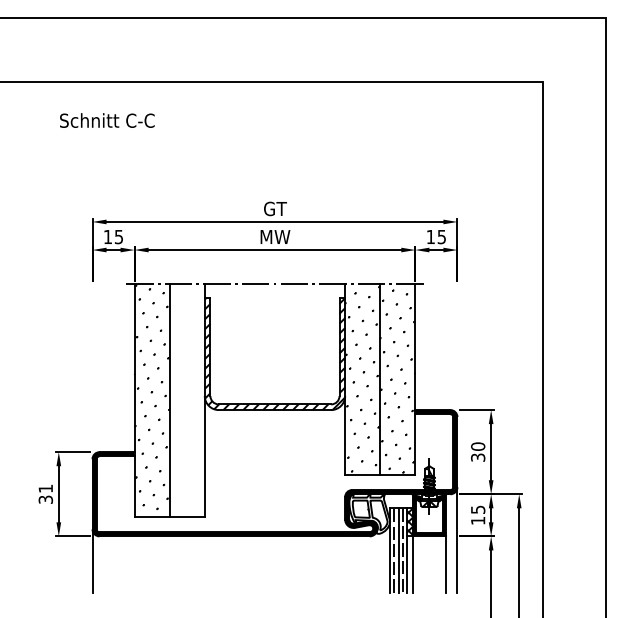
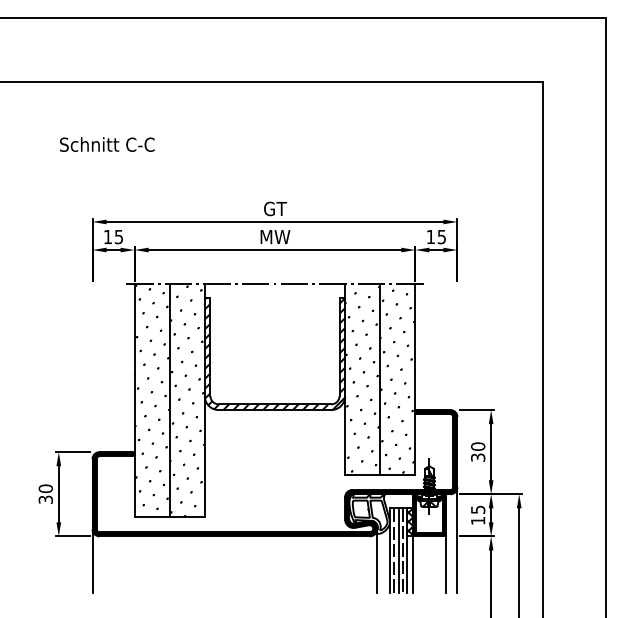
text at (107, 120) position: (107, 120) -> (107, 144)
hatch at (186, 399): none -> present
text at (45, 488): 31 -> 30
line at (377, 560): none -> present
